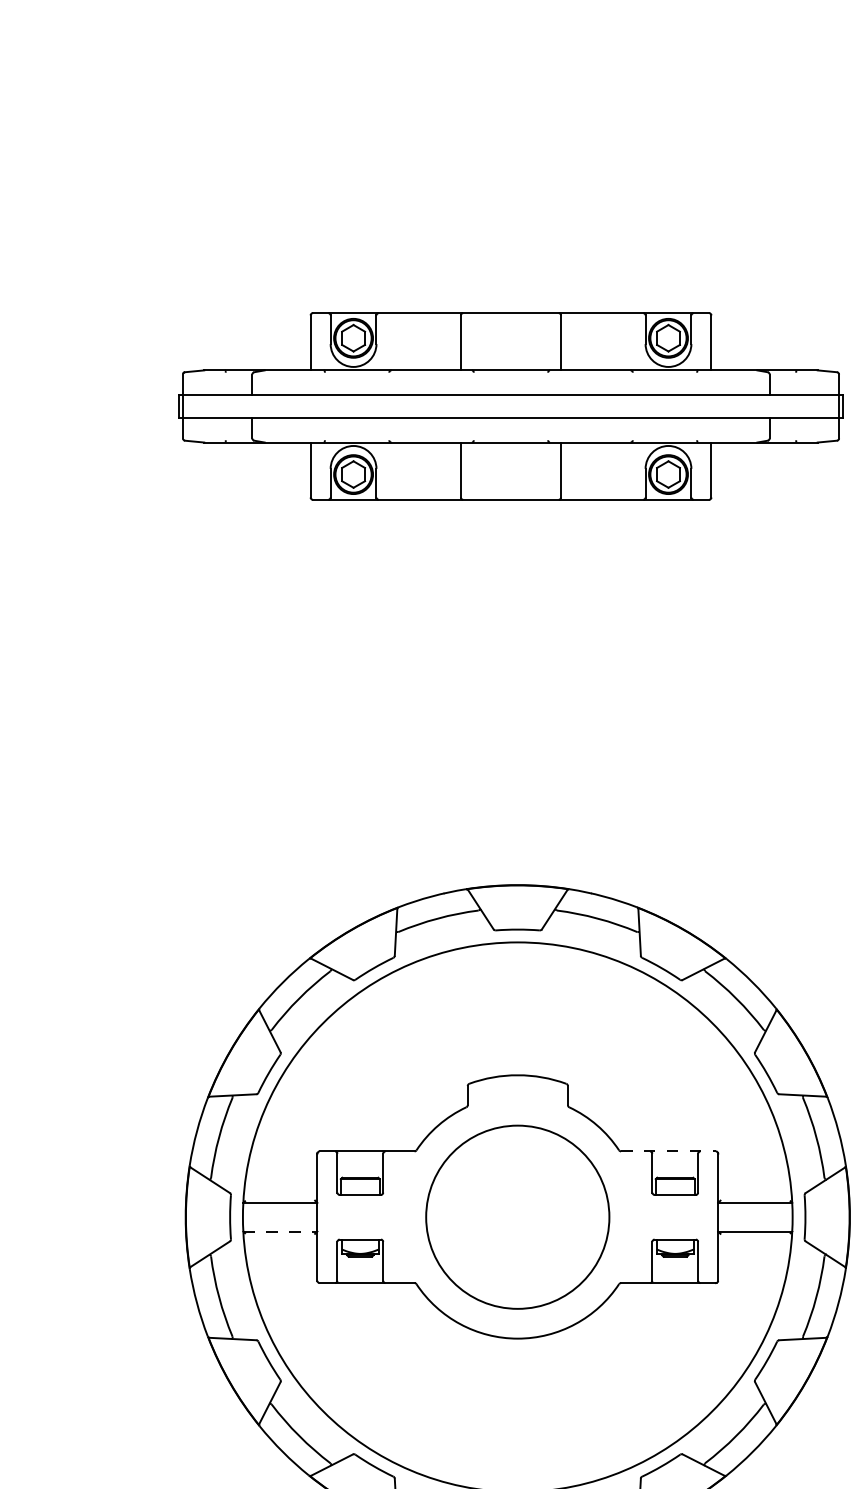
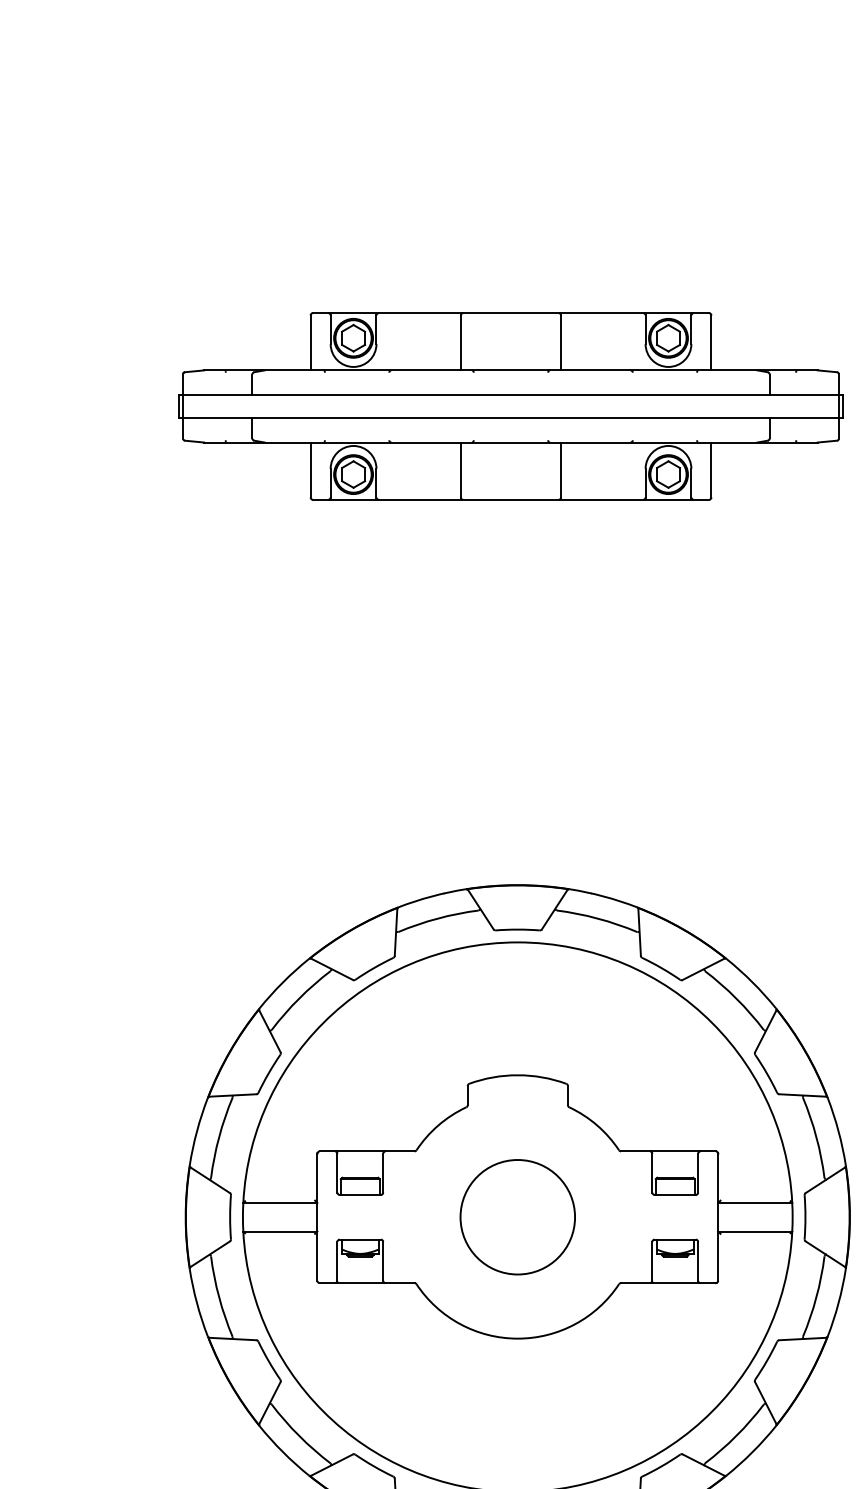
line at (669, 1151): dashed -> solid
circle at (517, 1216) diameter: 183 px -> 115 px
line at (280, 1231): dashed -> solid
